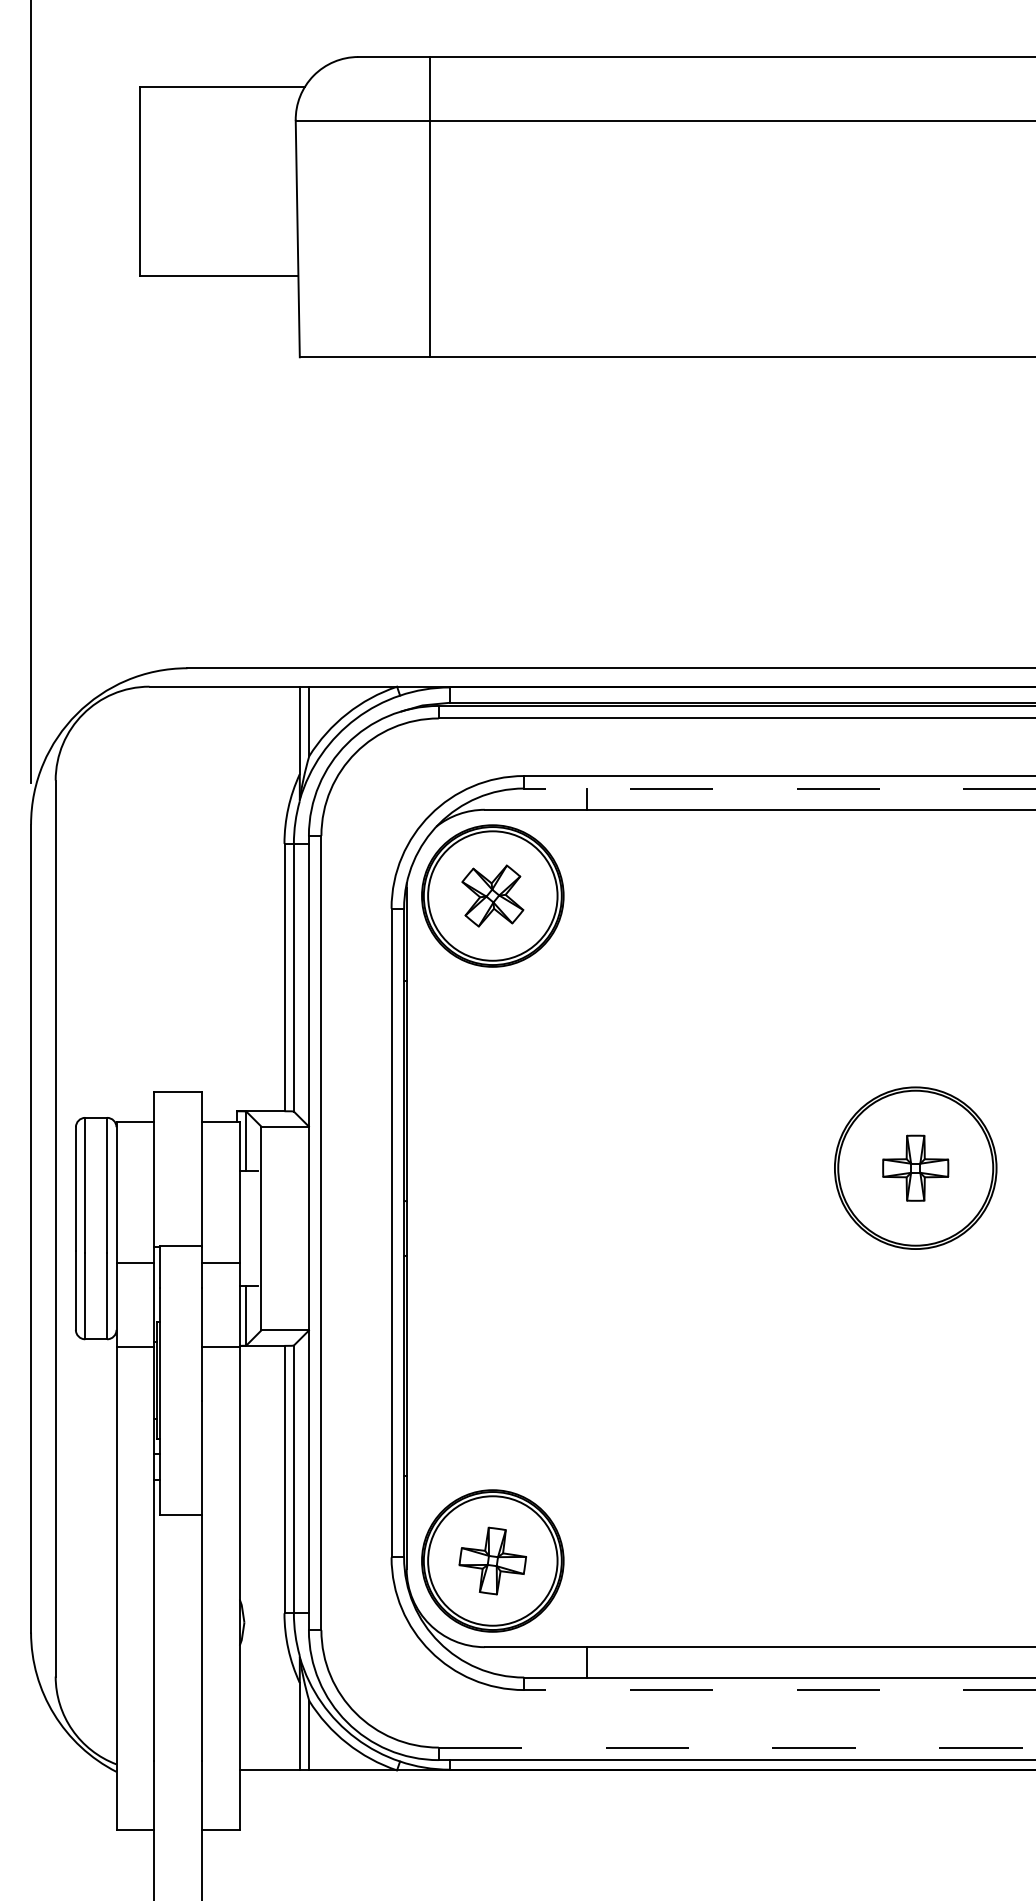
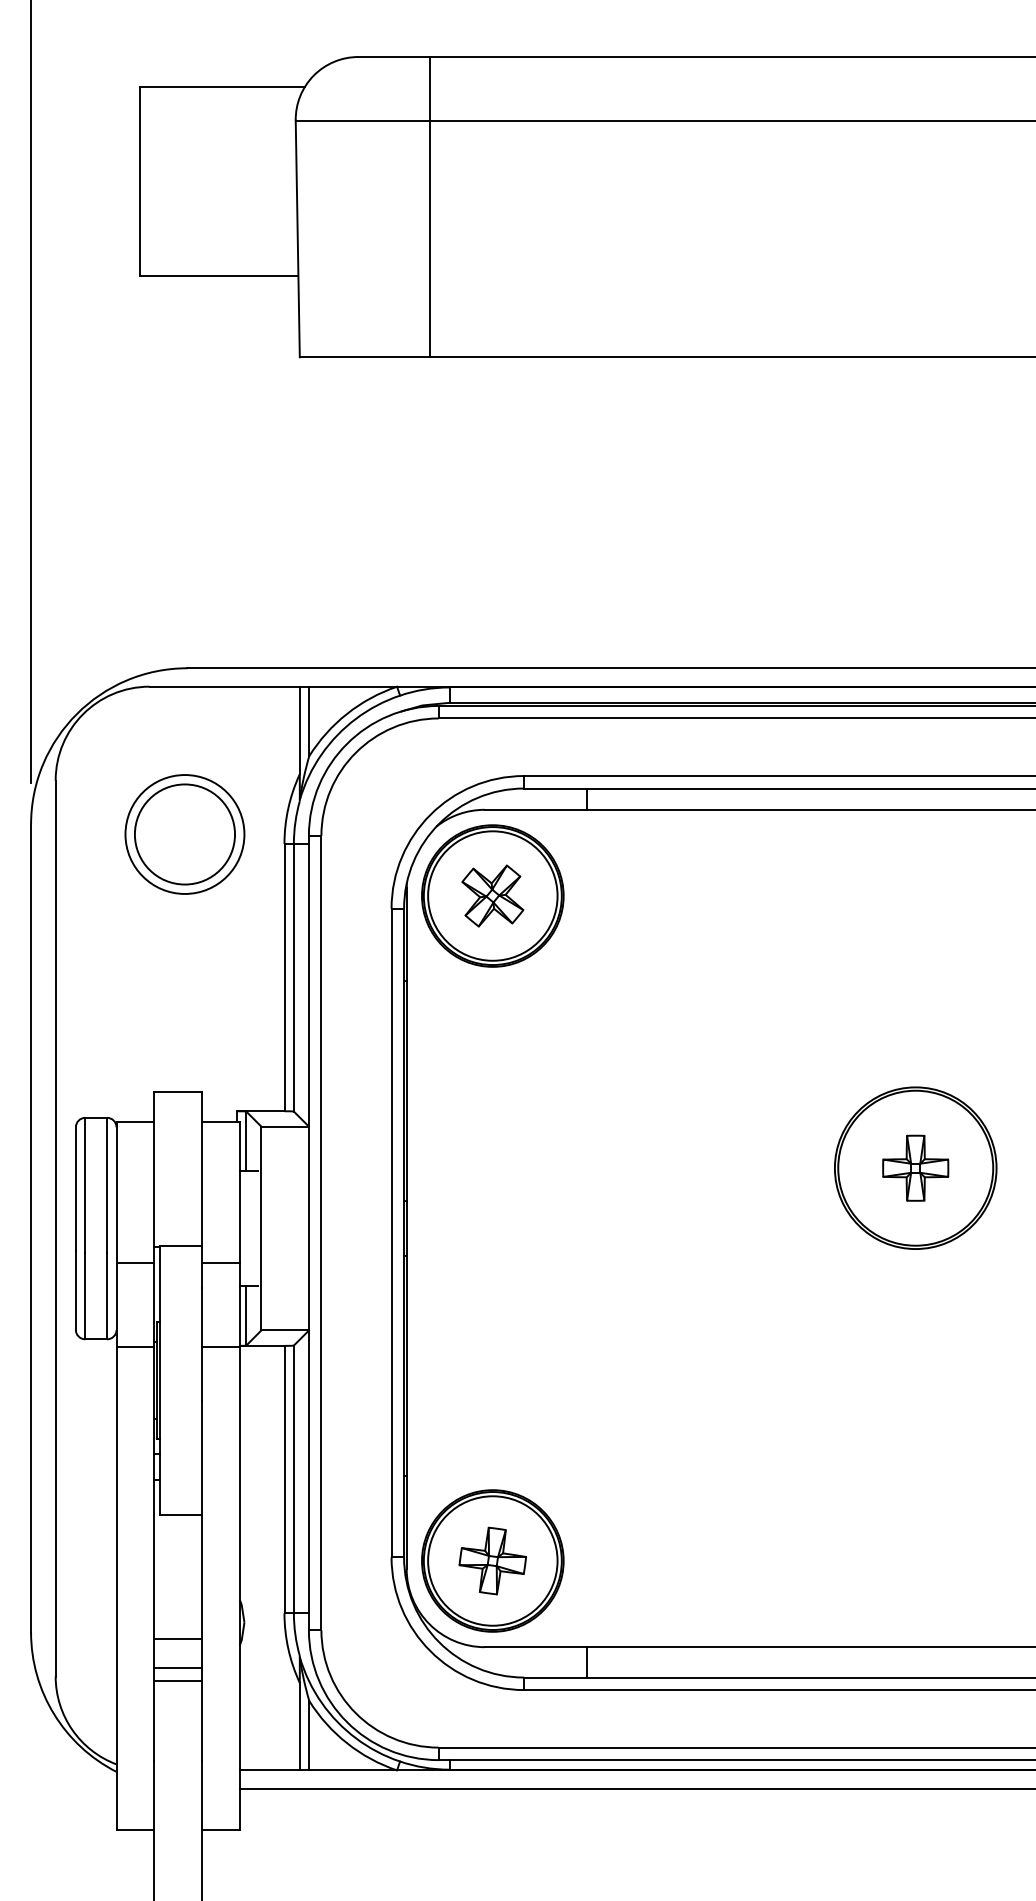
line at (780, 788): dashed -> solid
part at (184, 834): none -> present
line at (178, 1639): none -> present
line at (178, 1668): none -> present
line at (178, 1681): none -> present
line at (780, 1690): dashed -> solid
line at (737, 1747): dashed -> solid
line at (635, 1788): none -> present
